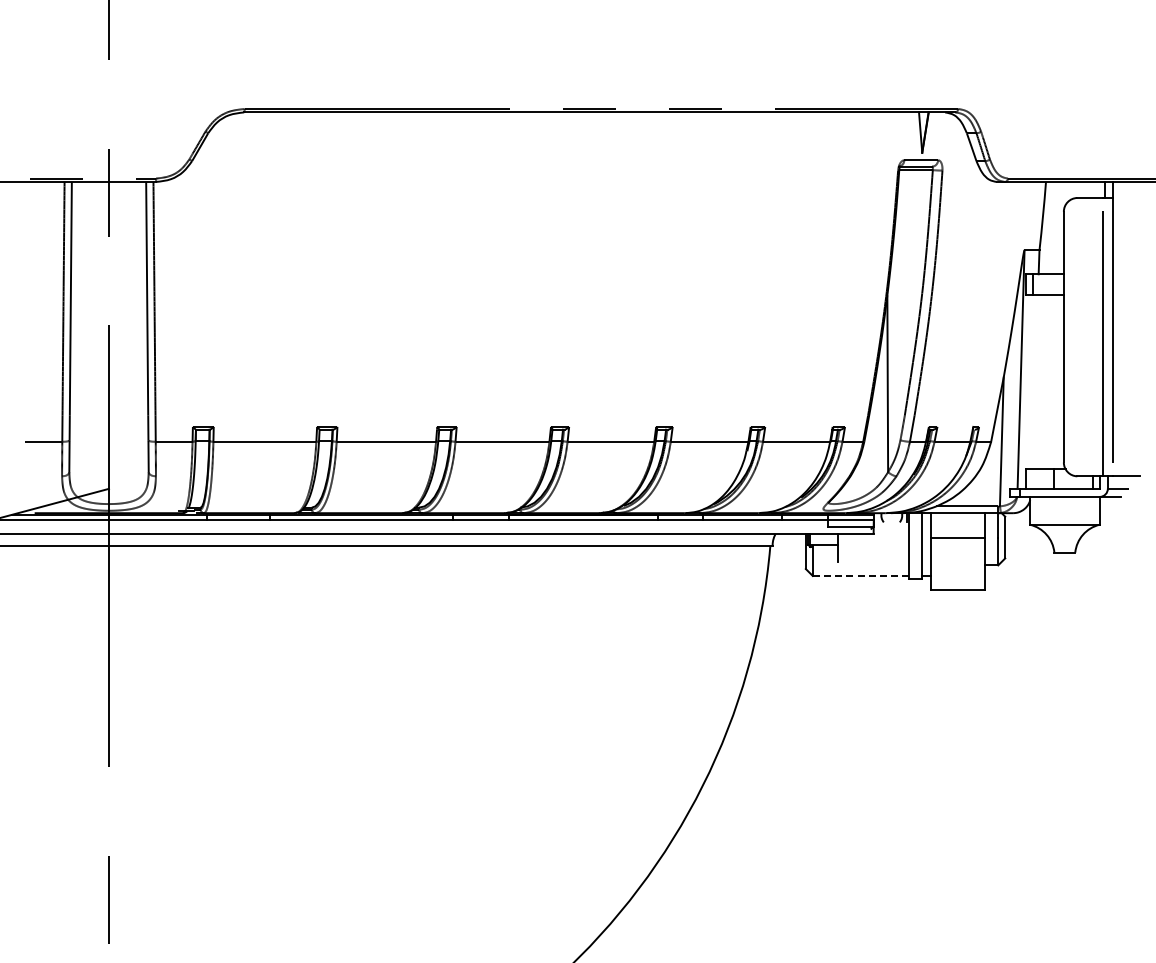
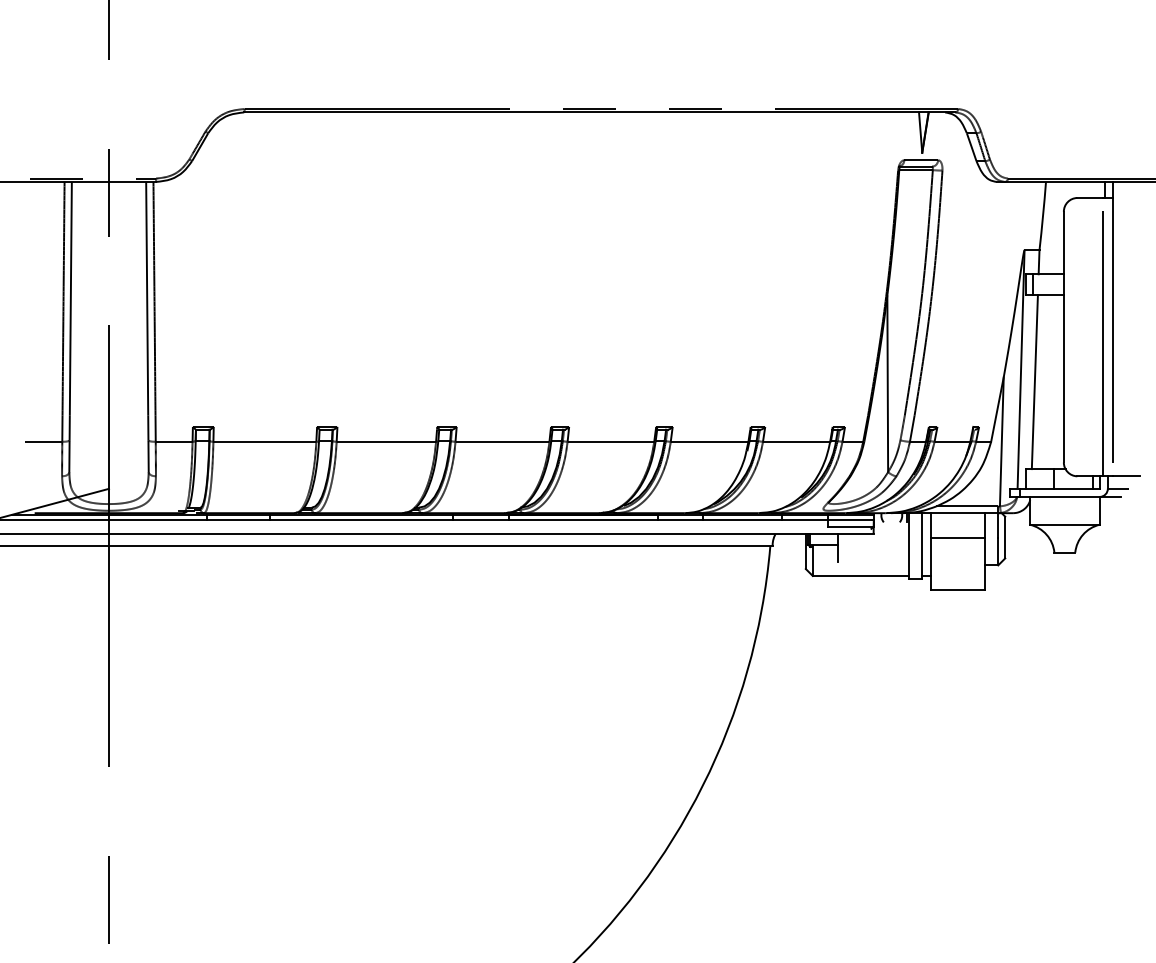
line at (1034, 382): none -> present
line at (861, 575): dashed -> solid
